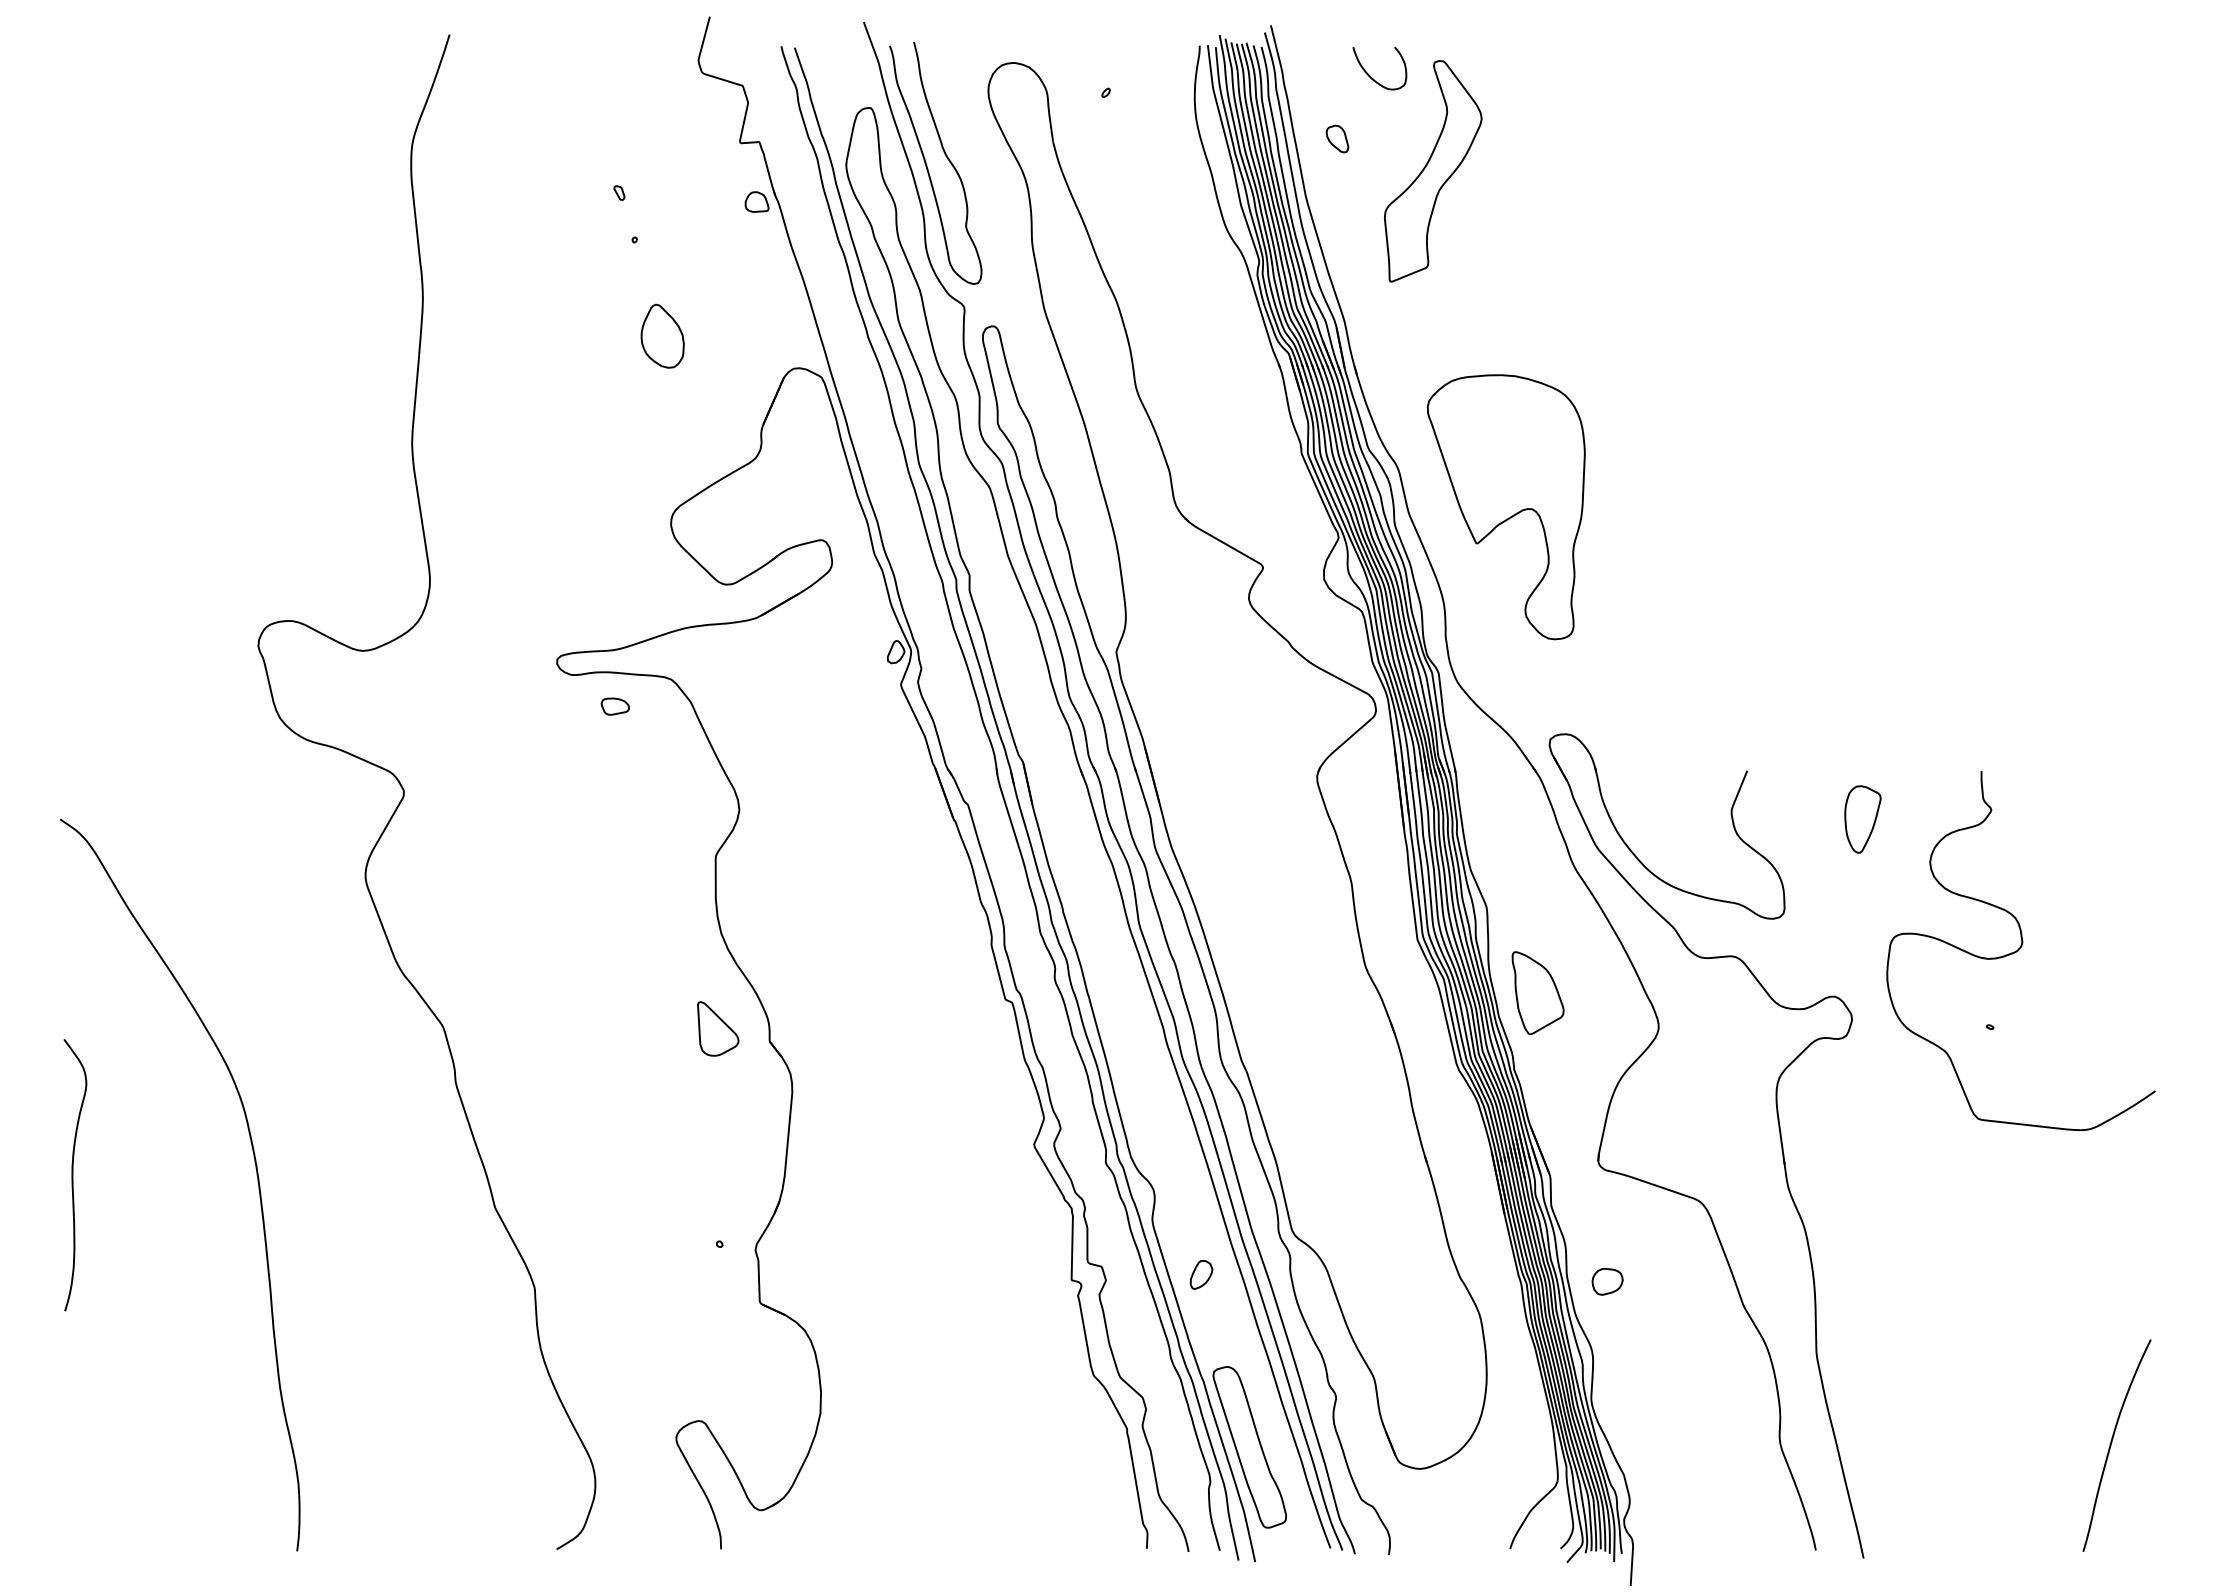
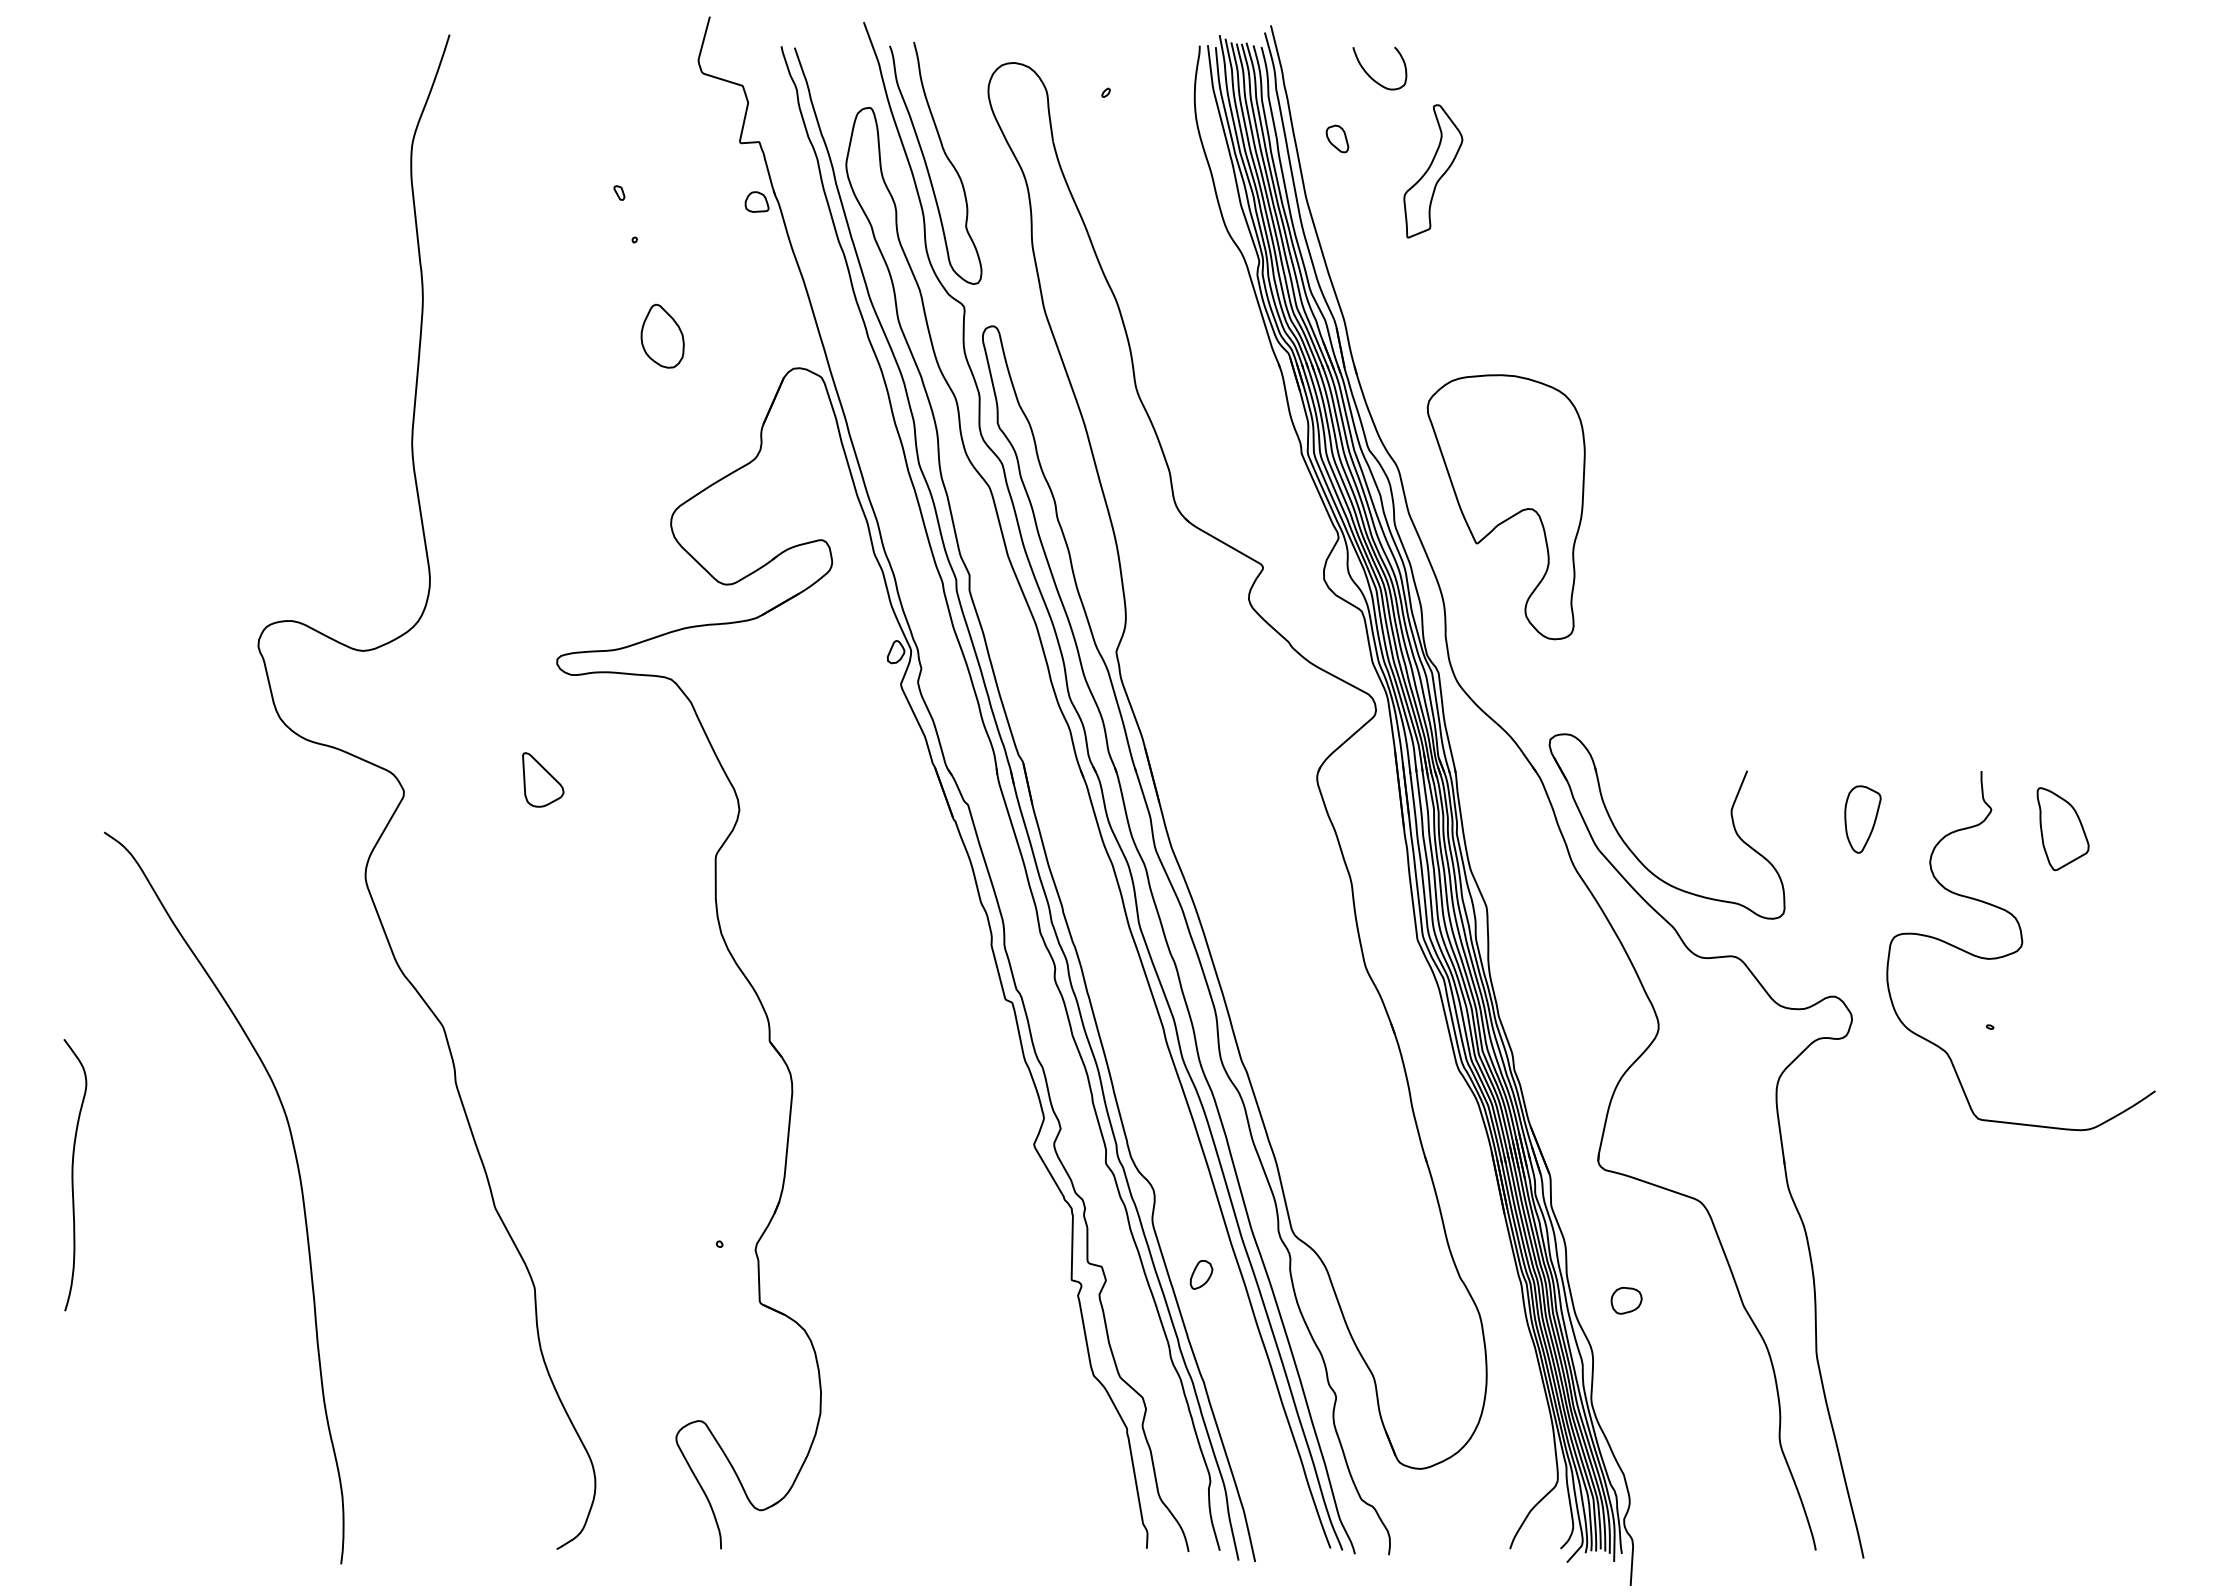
part at (1433, 171) size: 99x223 px -> 61x135 px
part at (614, 706): present -> none
part at (1537, 993) position: (1537, 993) -> (2062, 829)
part at (718, 1028) position: (718, 1028) -> (543, 779)
curve at (256, 1175) position: (256, 1175) -> (300, 1188)
part at (1607, 1281) position: (1607, 1281) -> (1626, 1300)
curve at (2112, 1442): present -> none
part at (1249, 1447): present -> none
